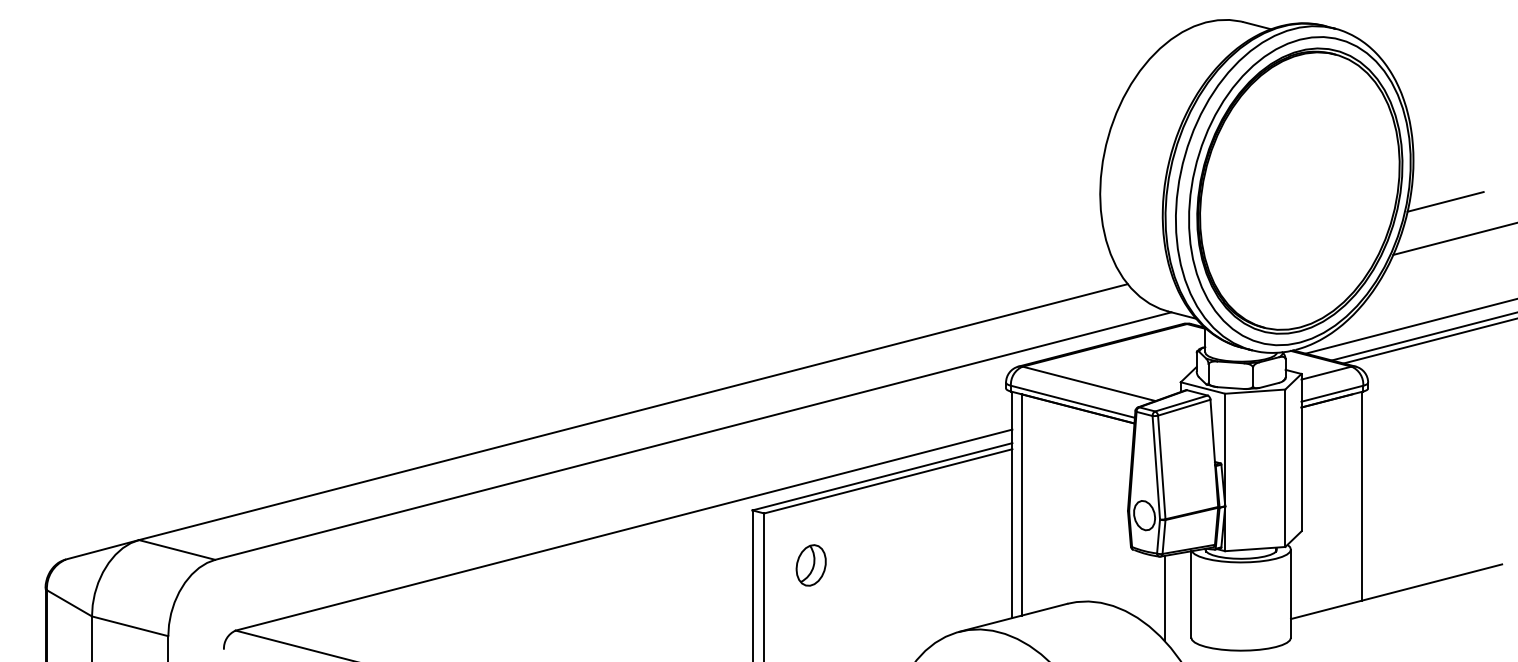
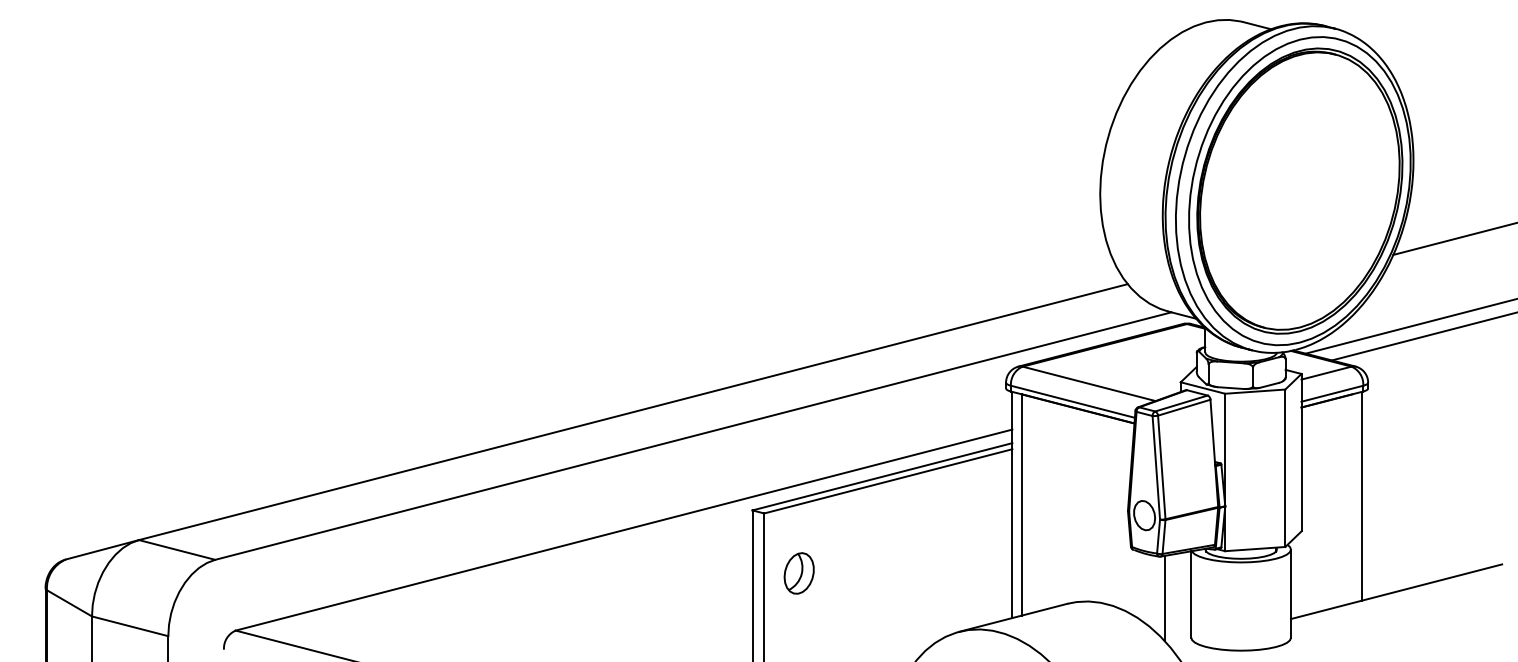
line at (1445, 201): present -> none
line at (1428, 341): present -> none
part at (810, 565) position: (810, 565) -> (798, 573)
